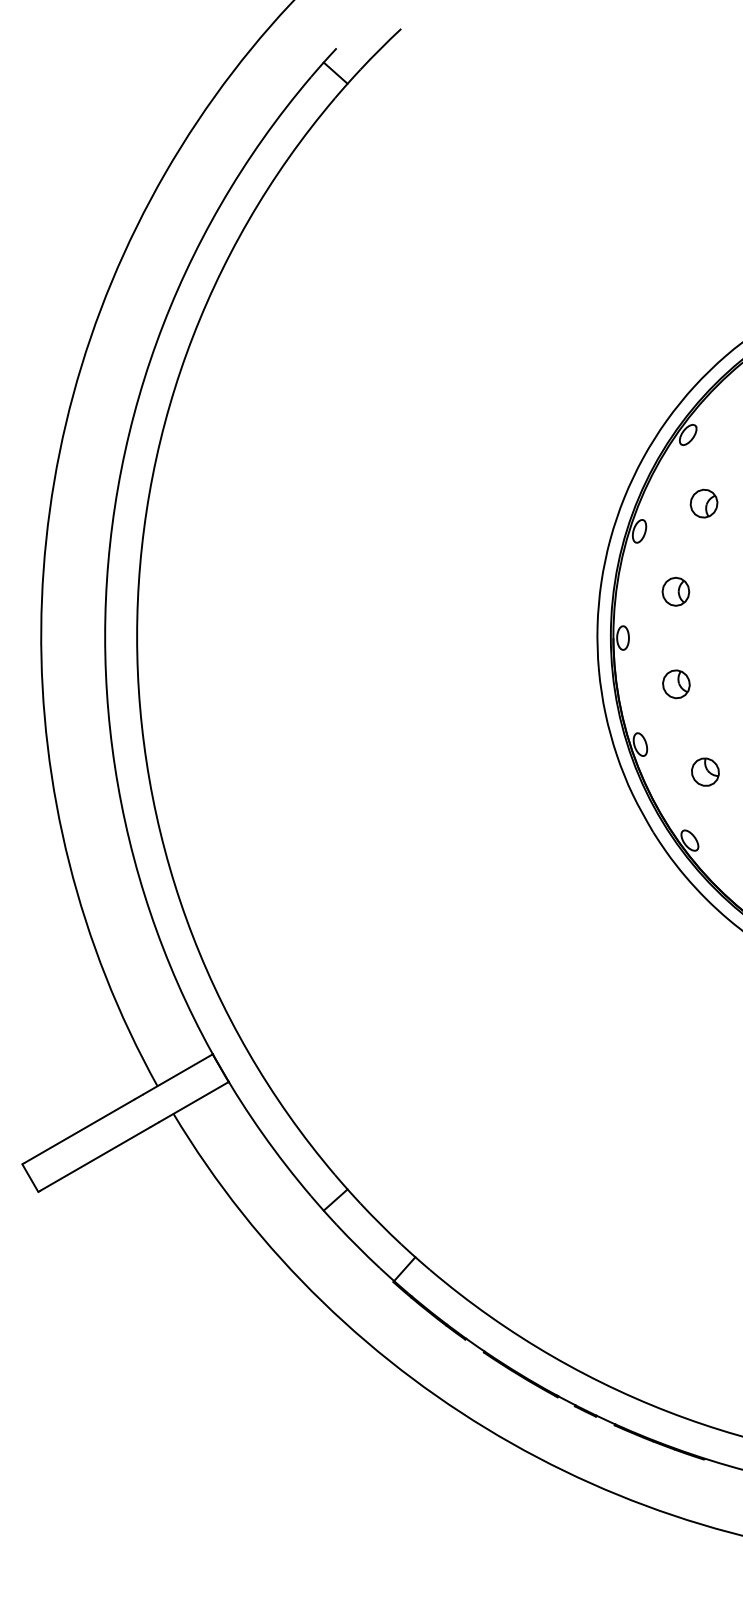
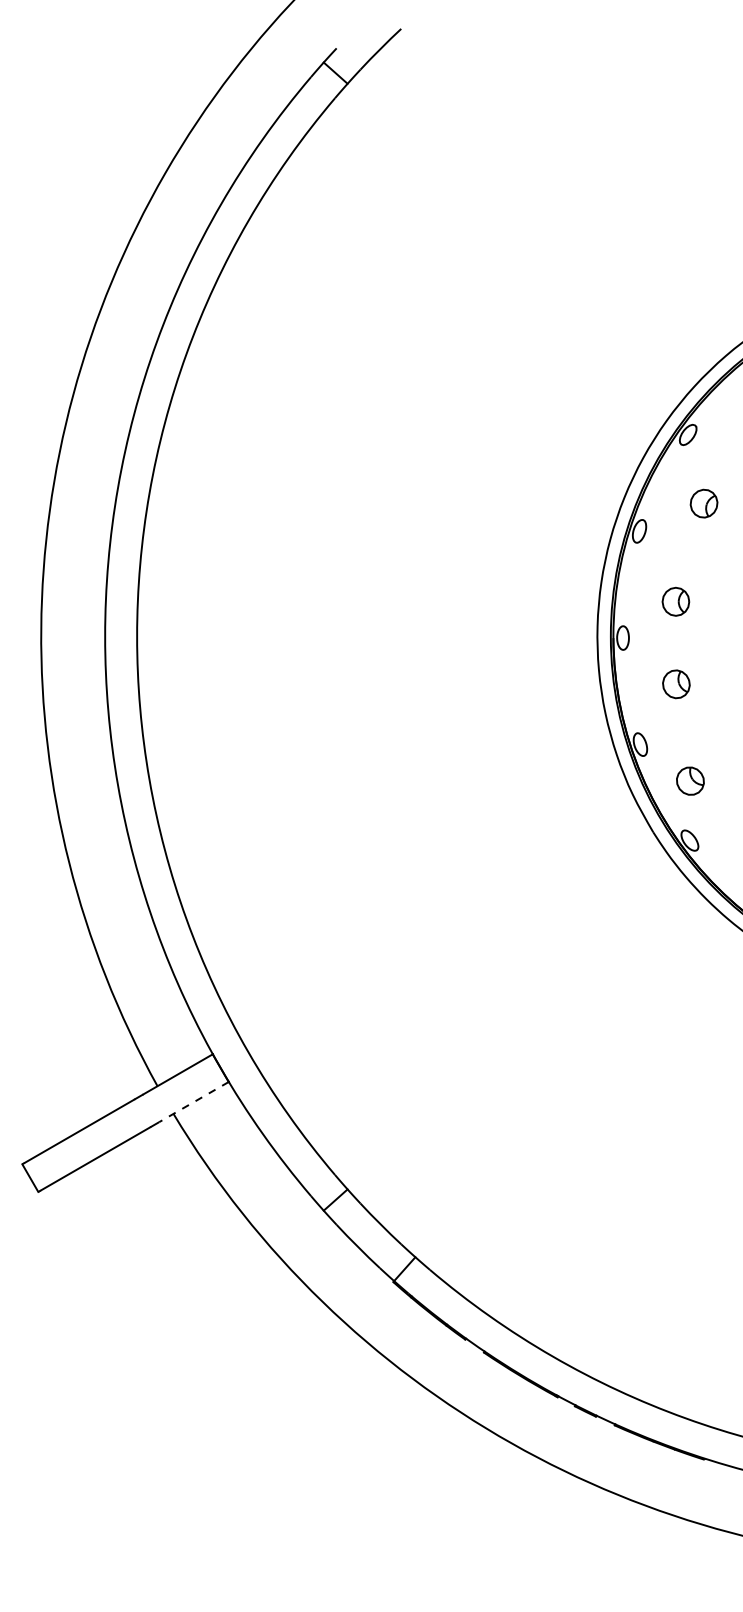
part at (675, 591) position: (675, 591) -> (675, 601)
part at (705, 771) position: (705, 771) -> (690, 780)
line at (193, 1102): solid -> dashed
